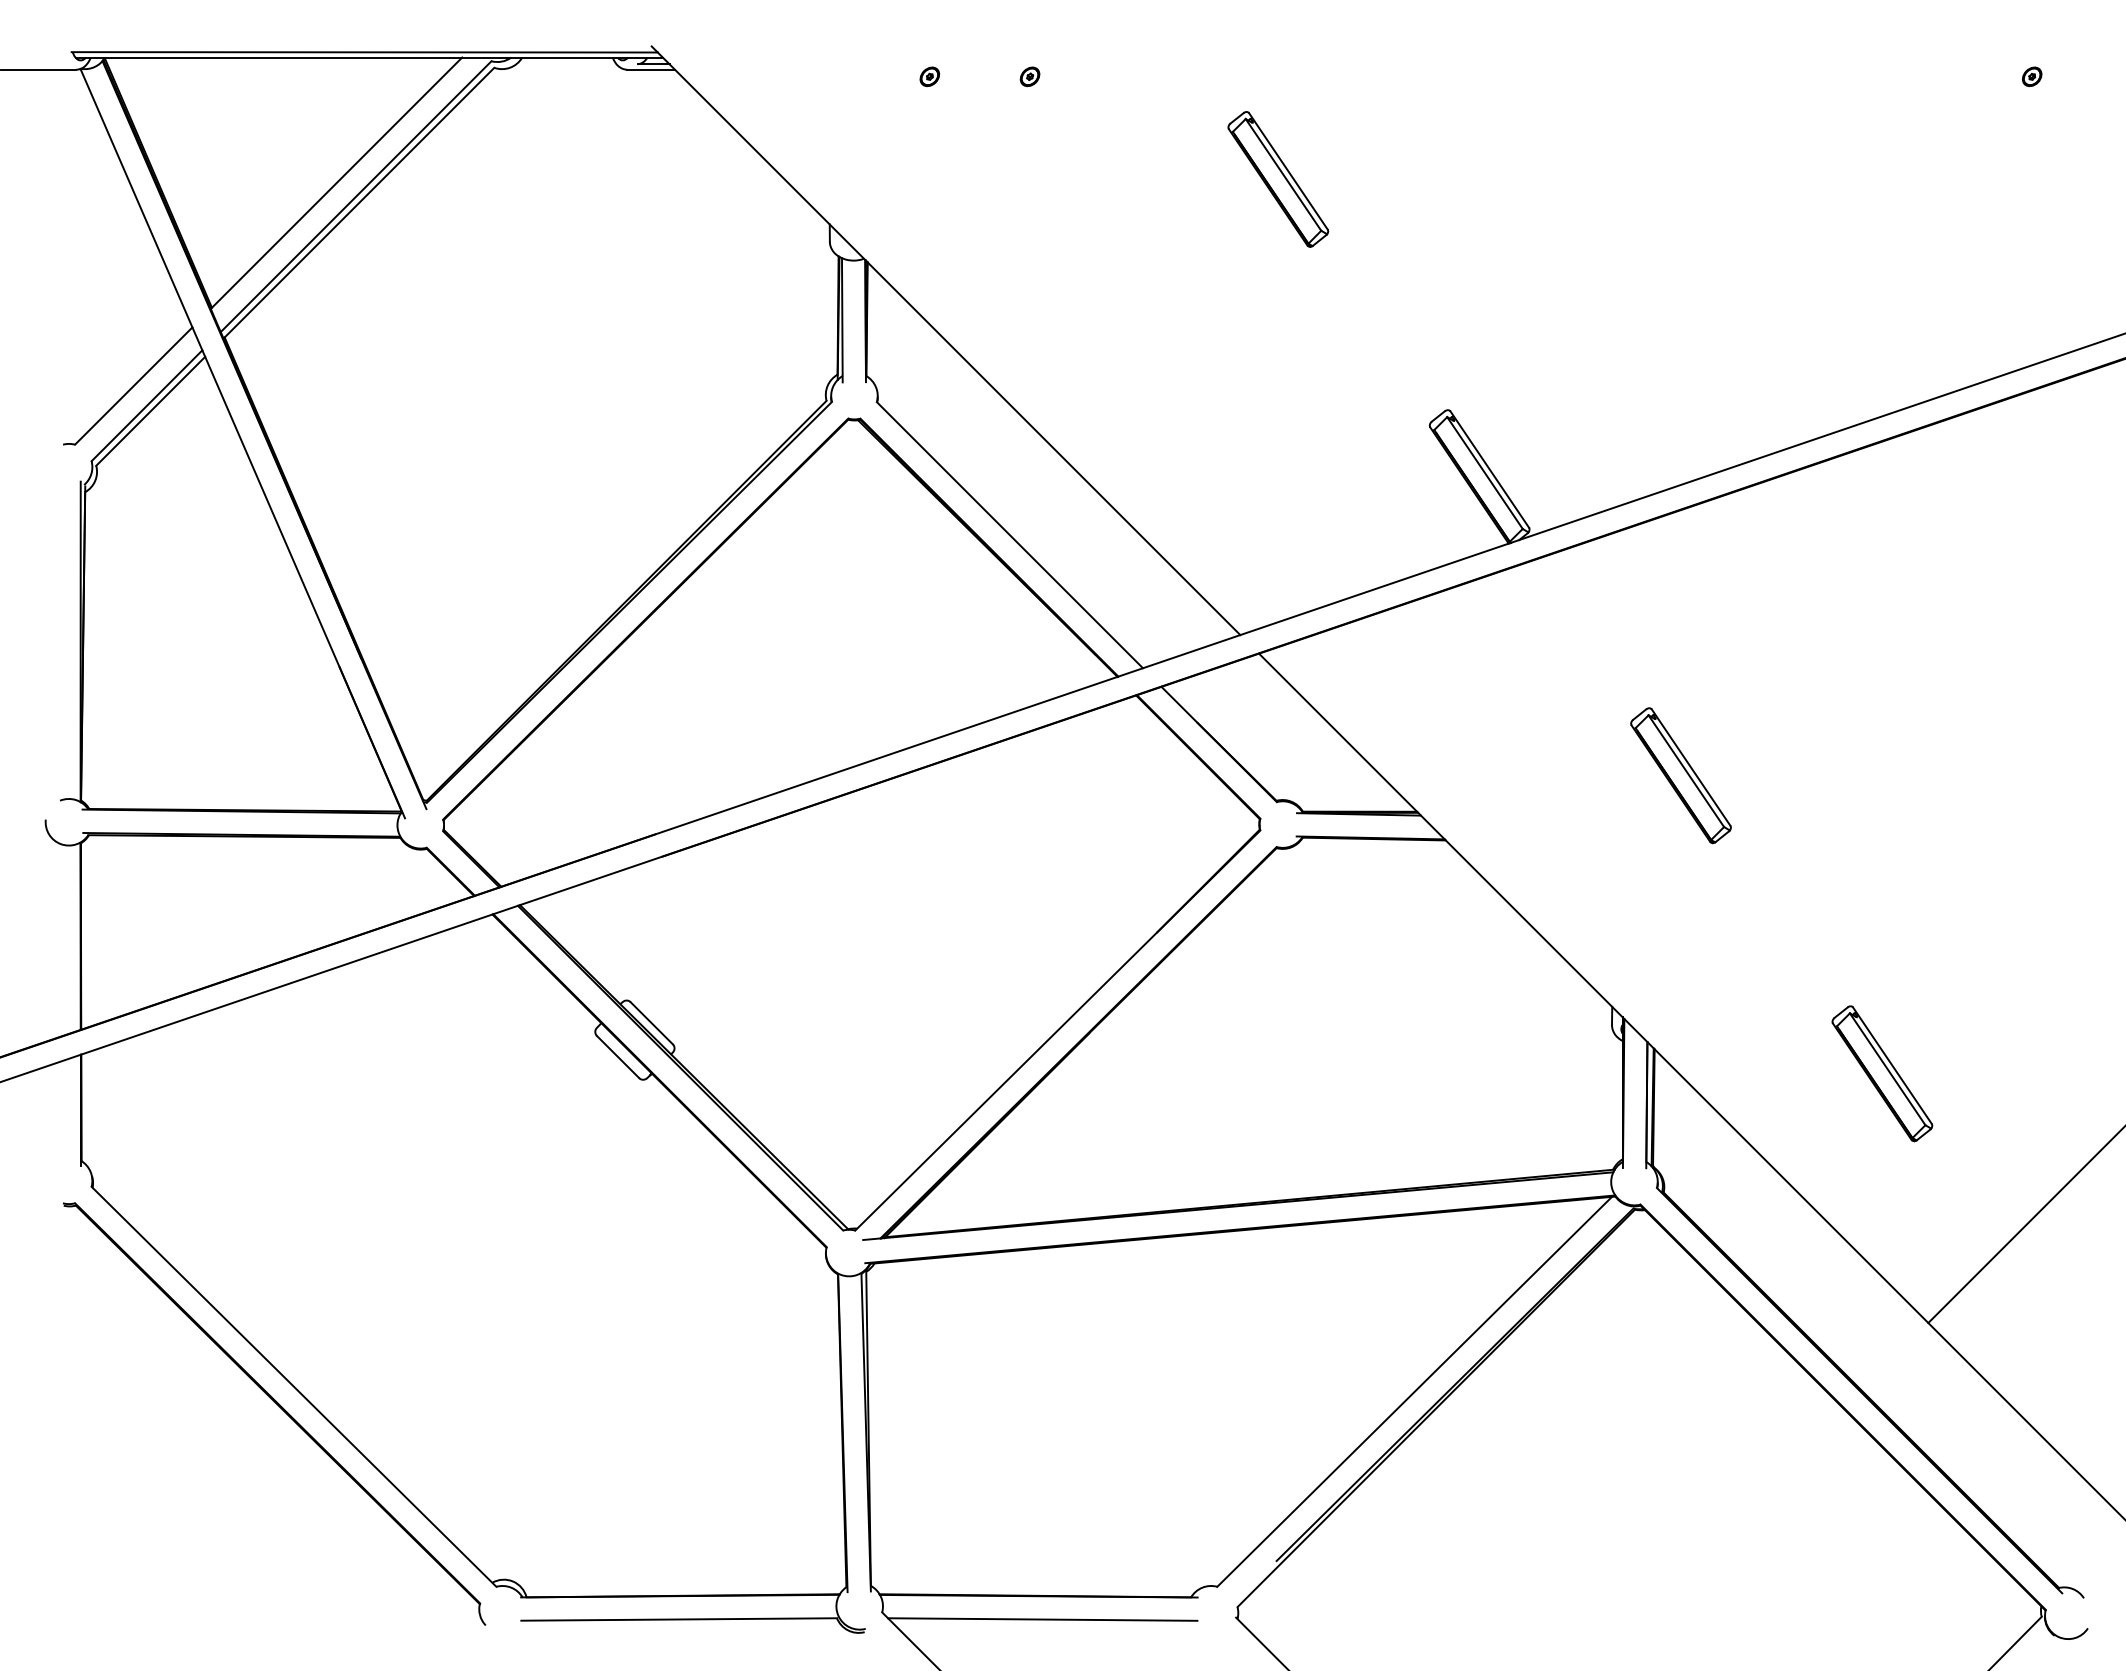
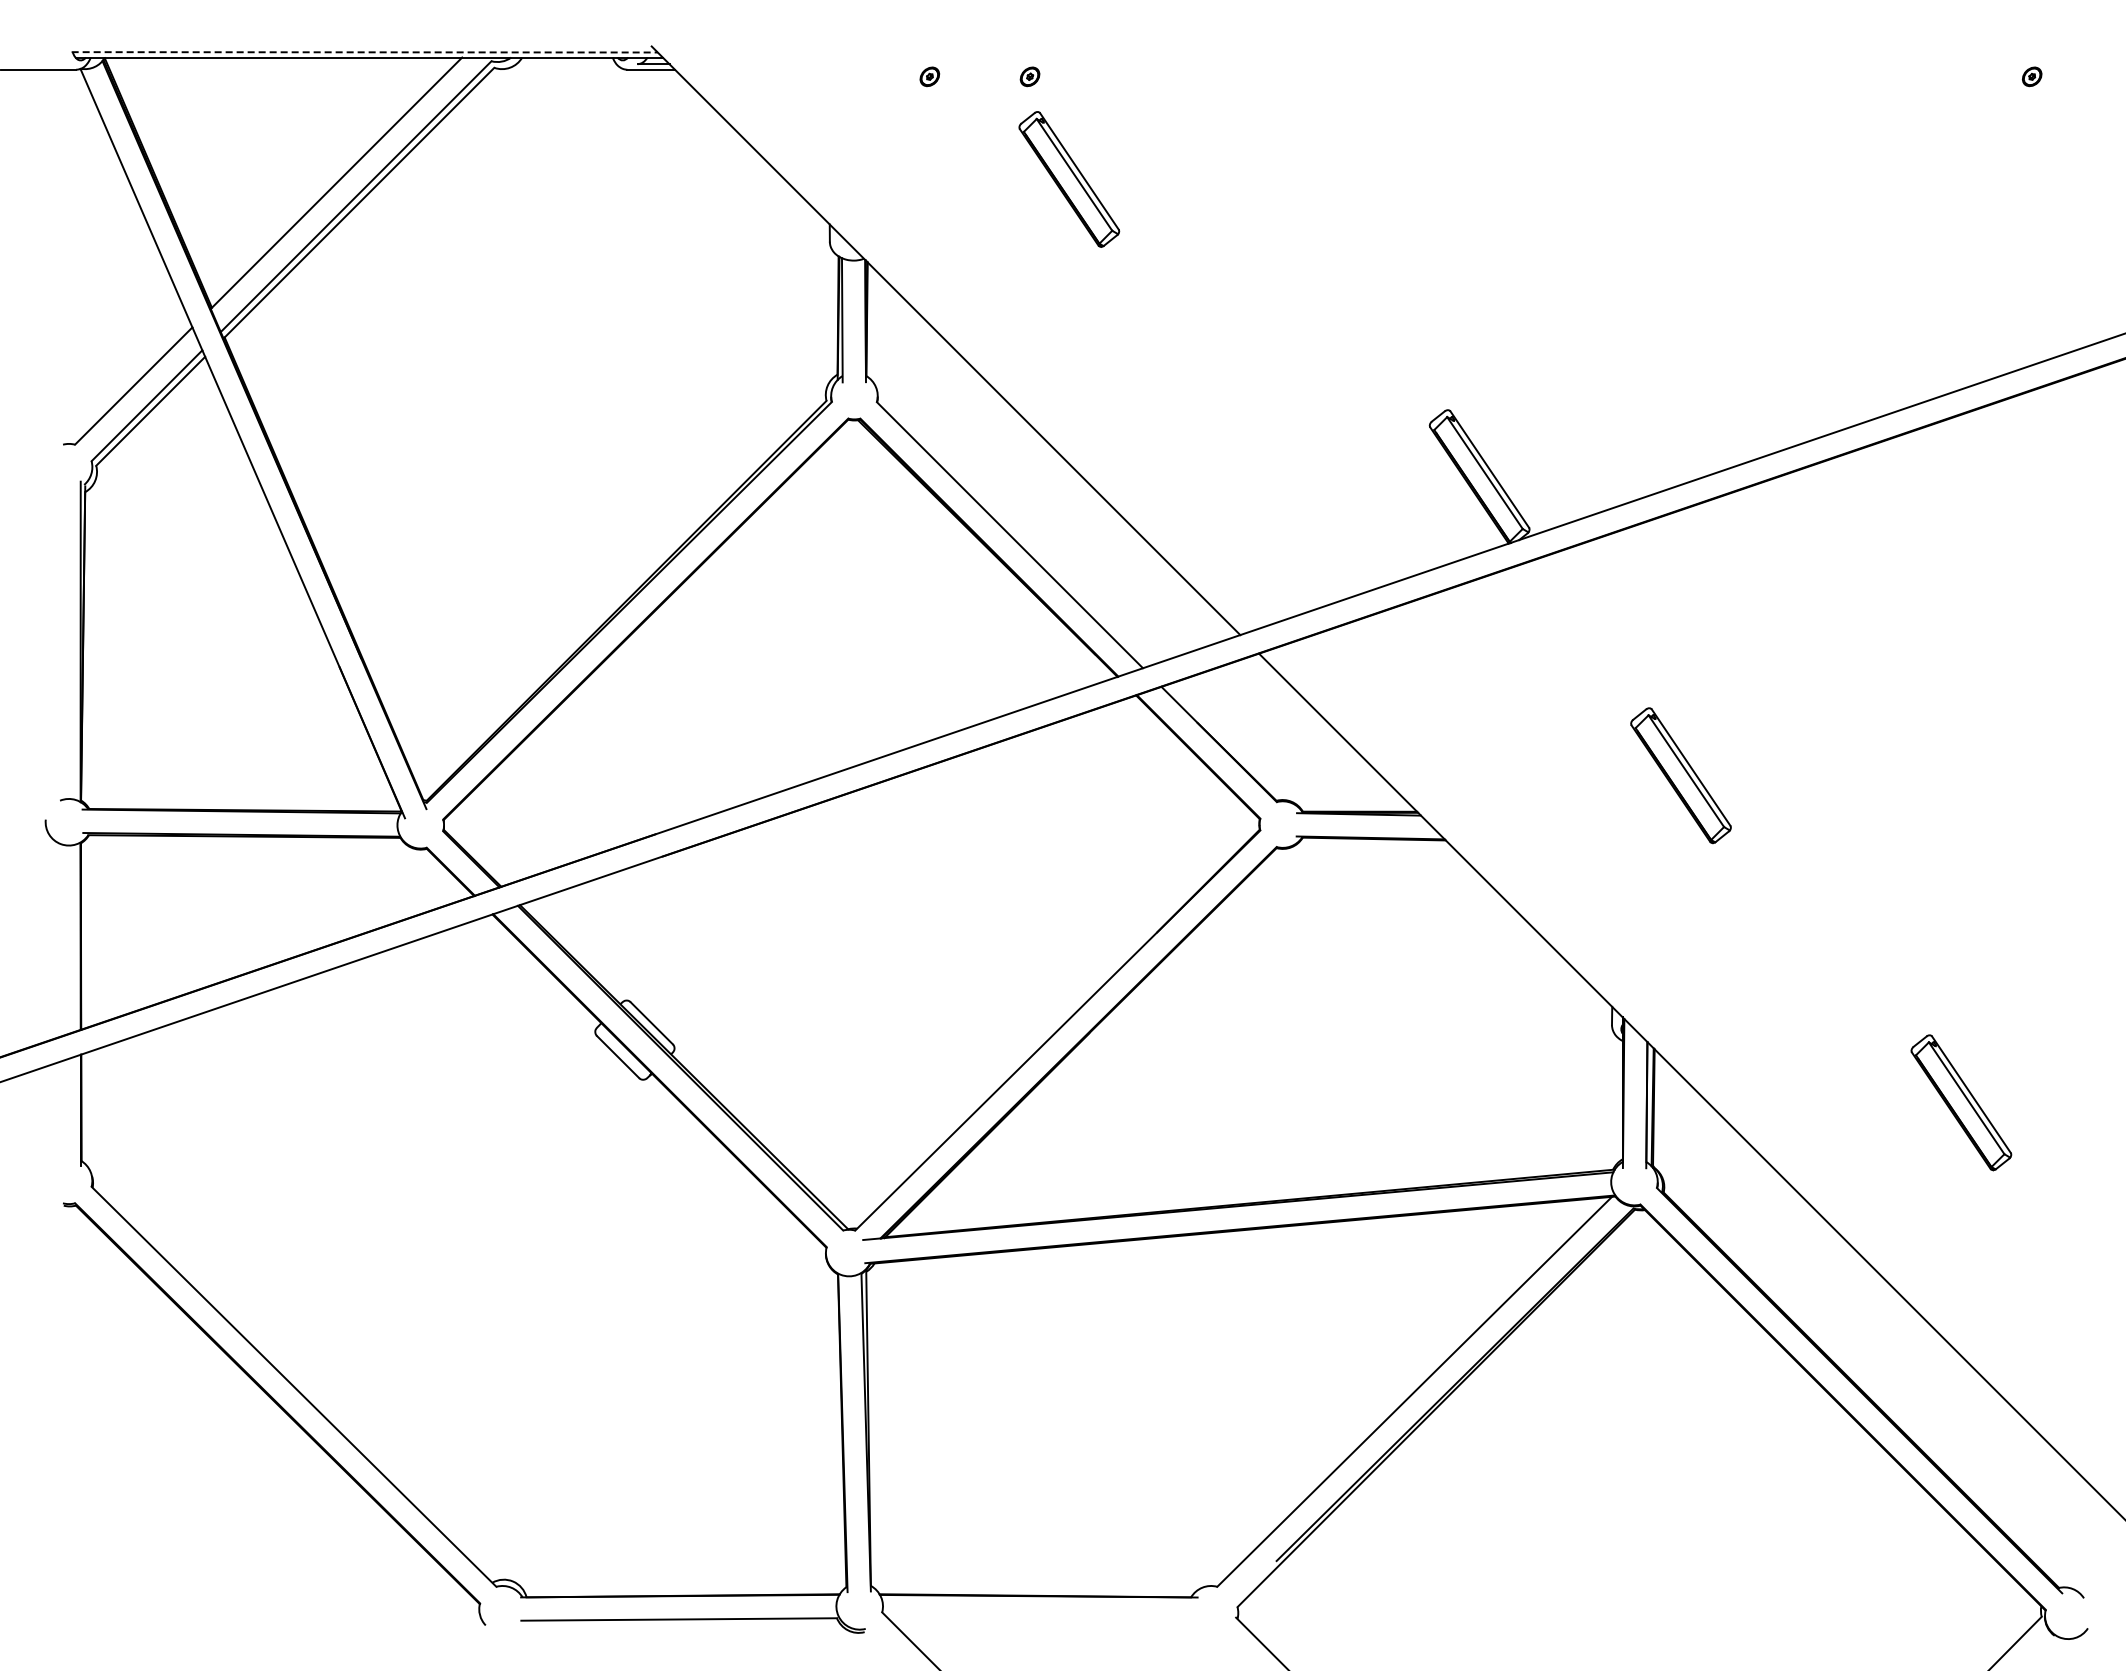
line at (365, 52): solid -> dashed
part at (1278, 179) position: (1278, 179) -> (1069, 179)
part at (1882, 1073) position: (1882, 1073) -> (1961, 1102)
line at (2025, 1225): present -> none
line at (1042, 1619): present -> none
